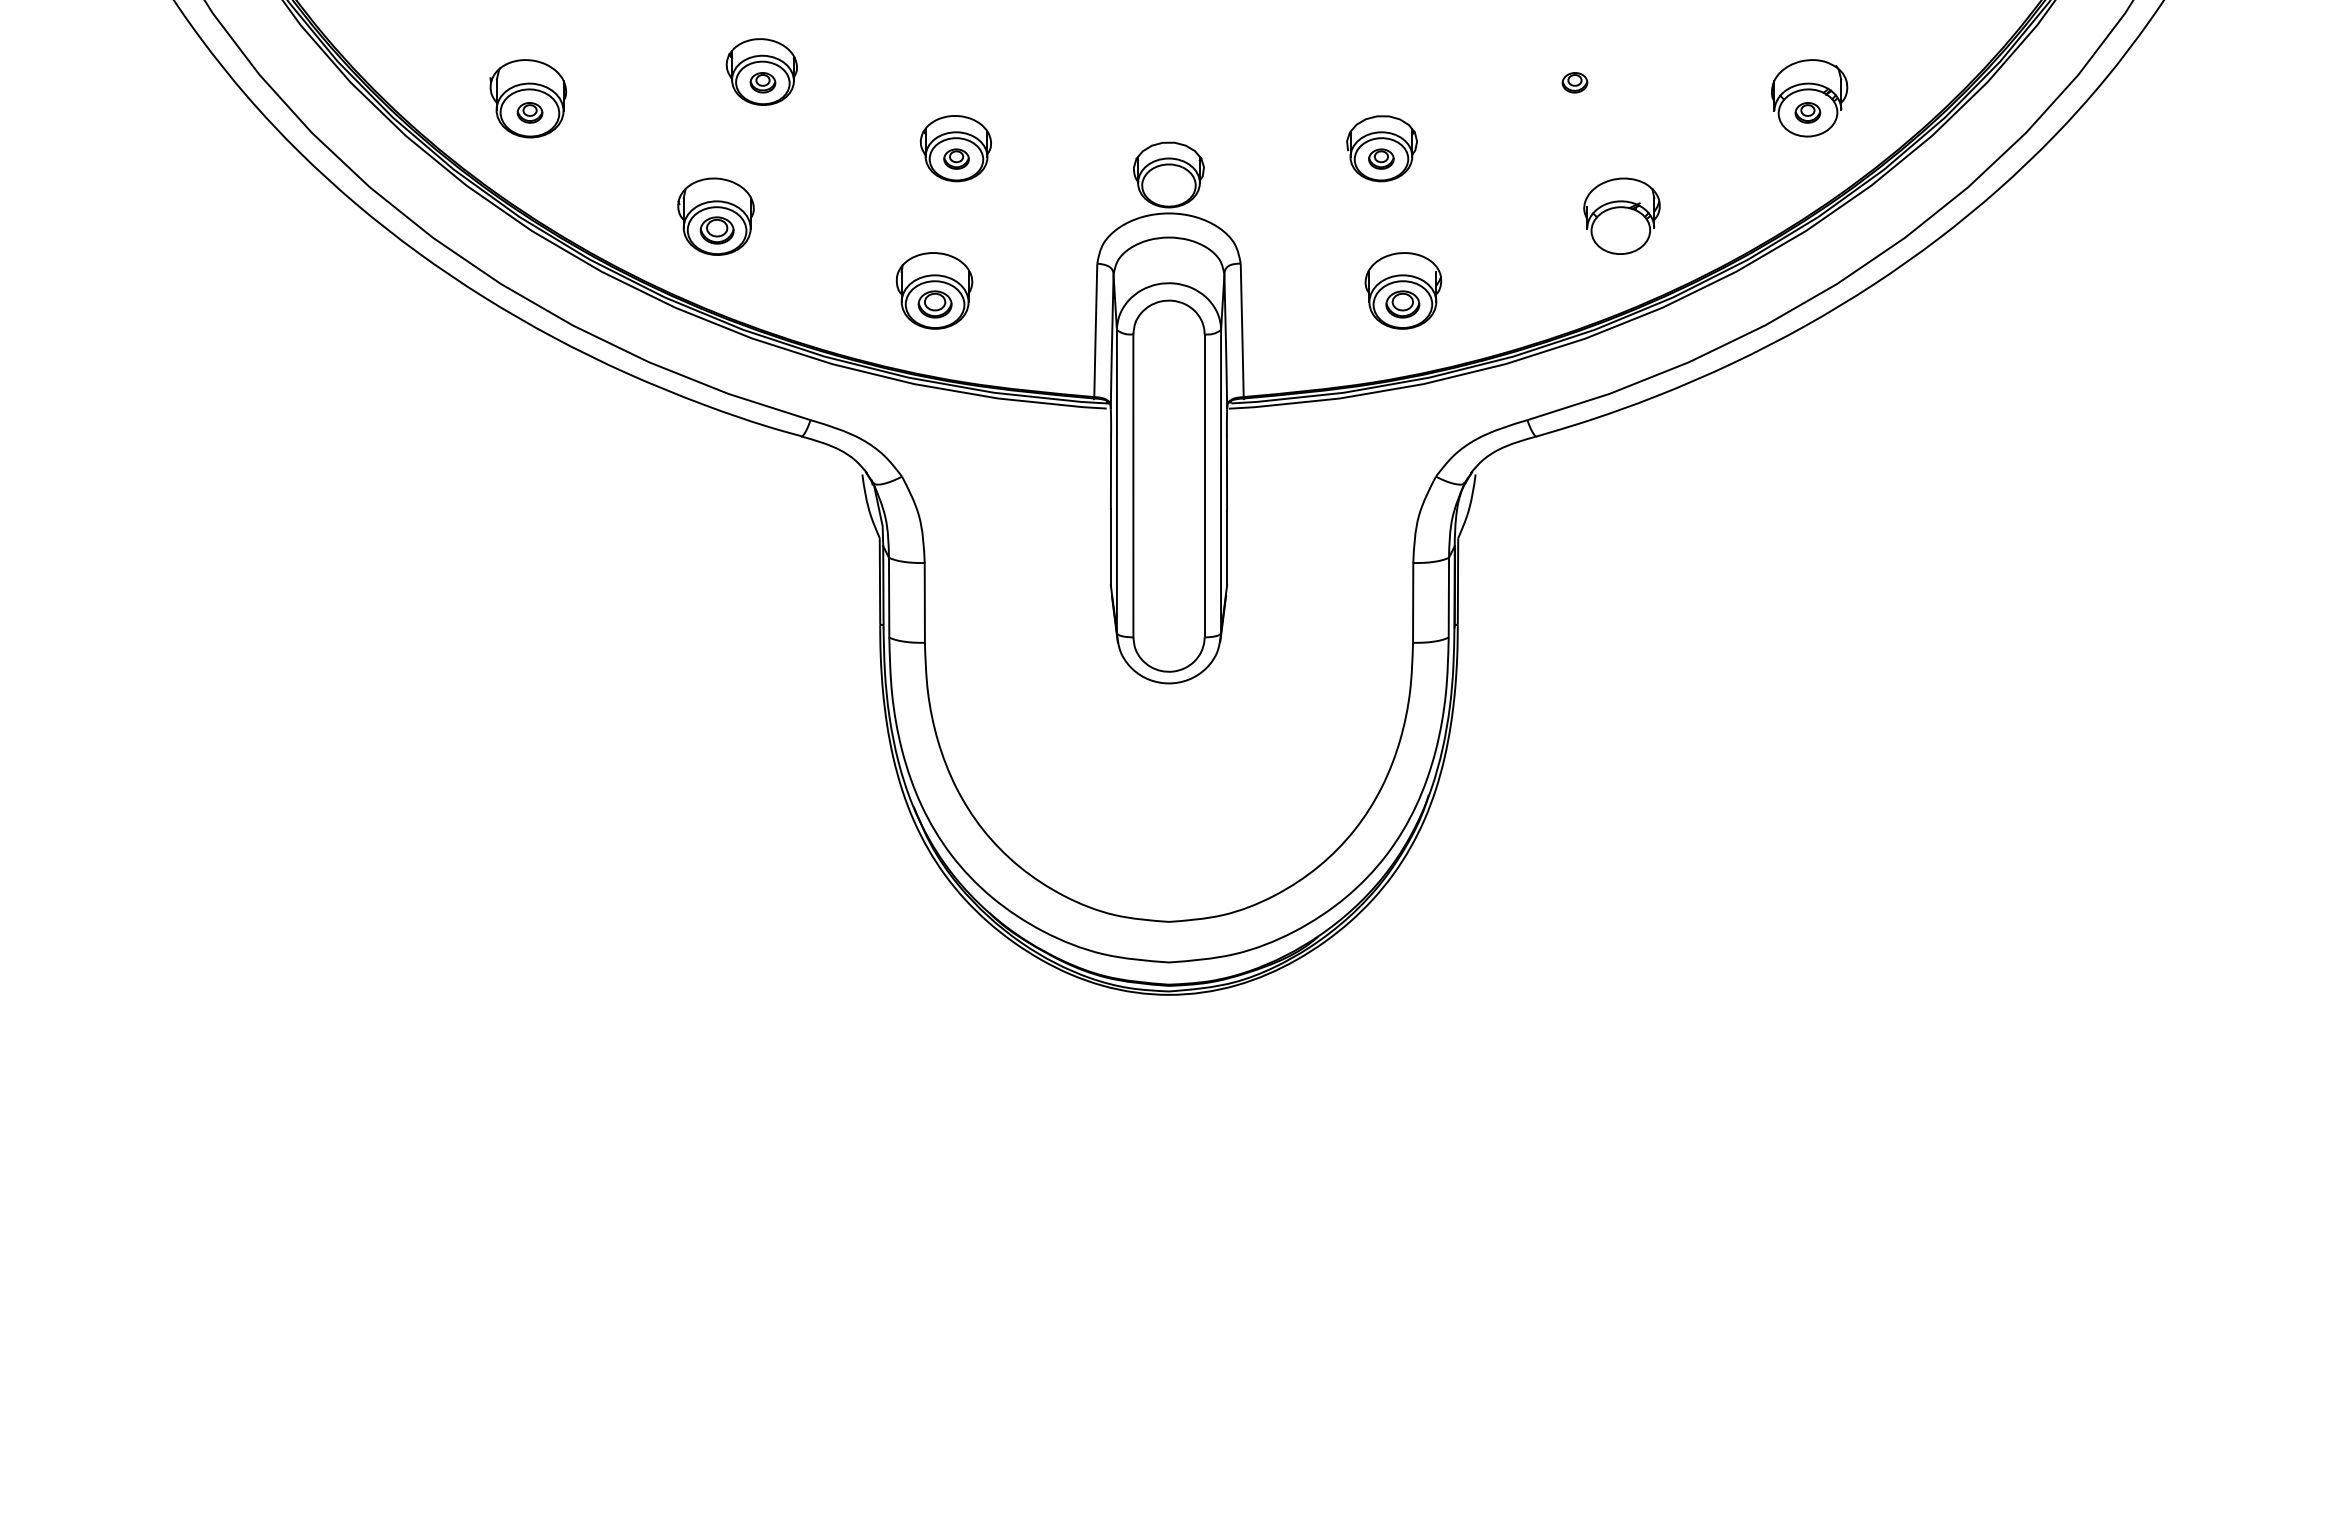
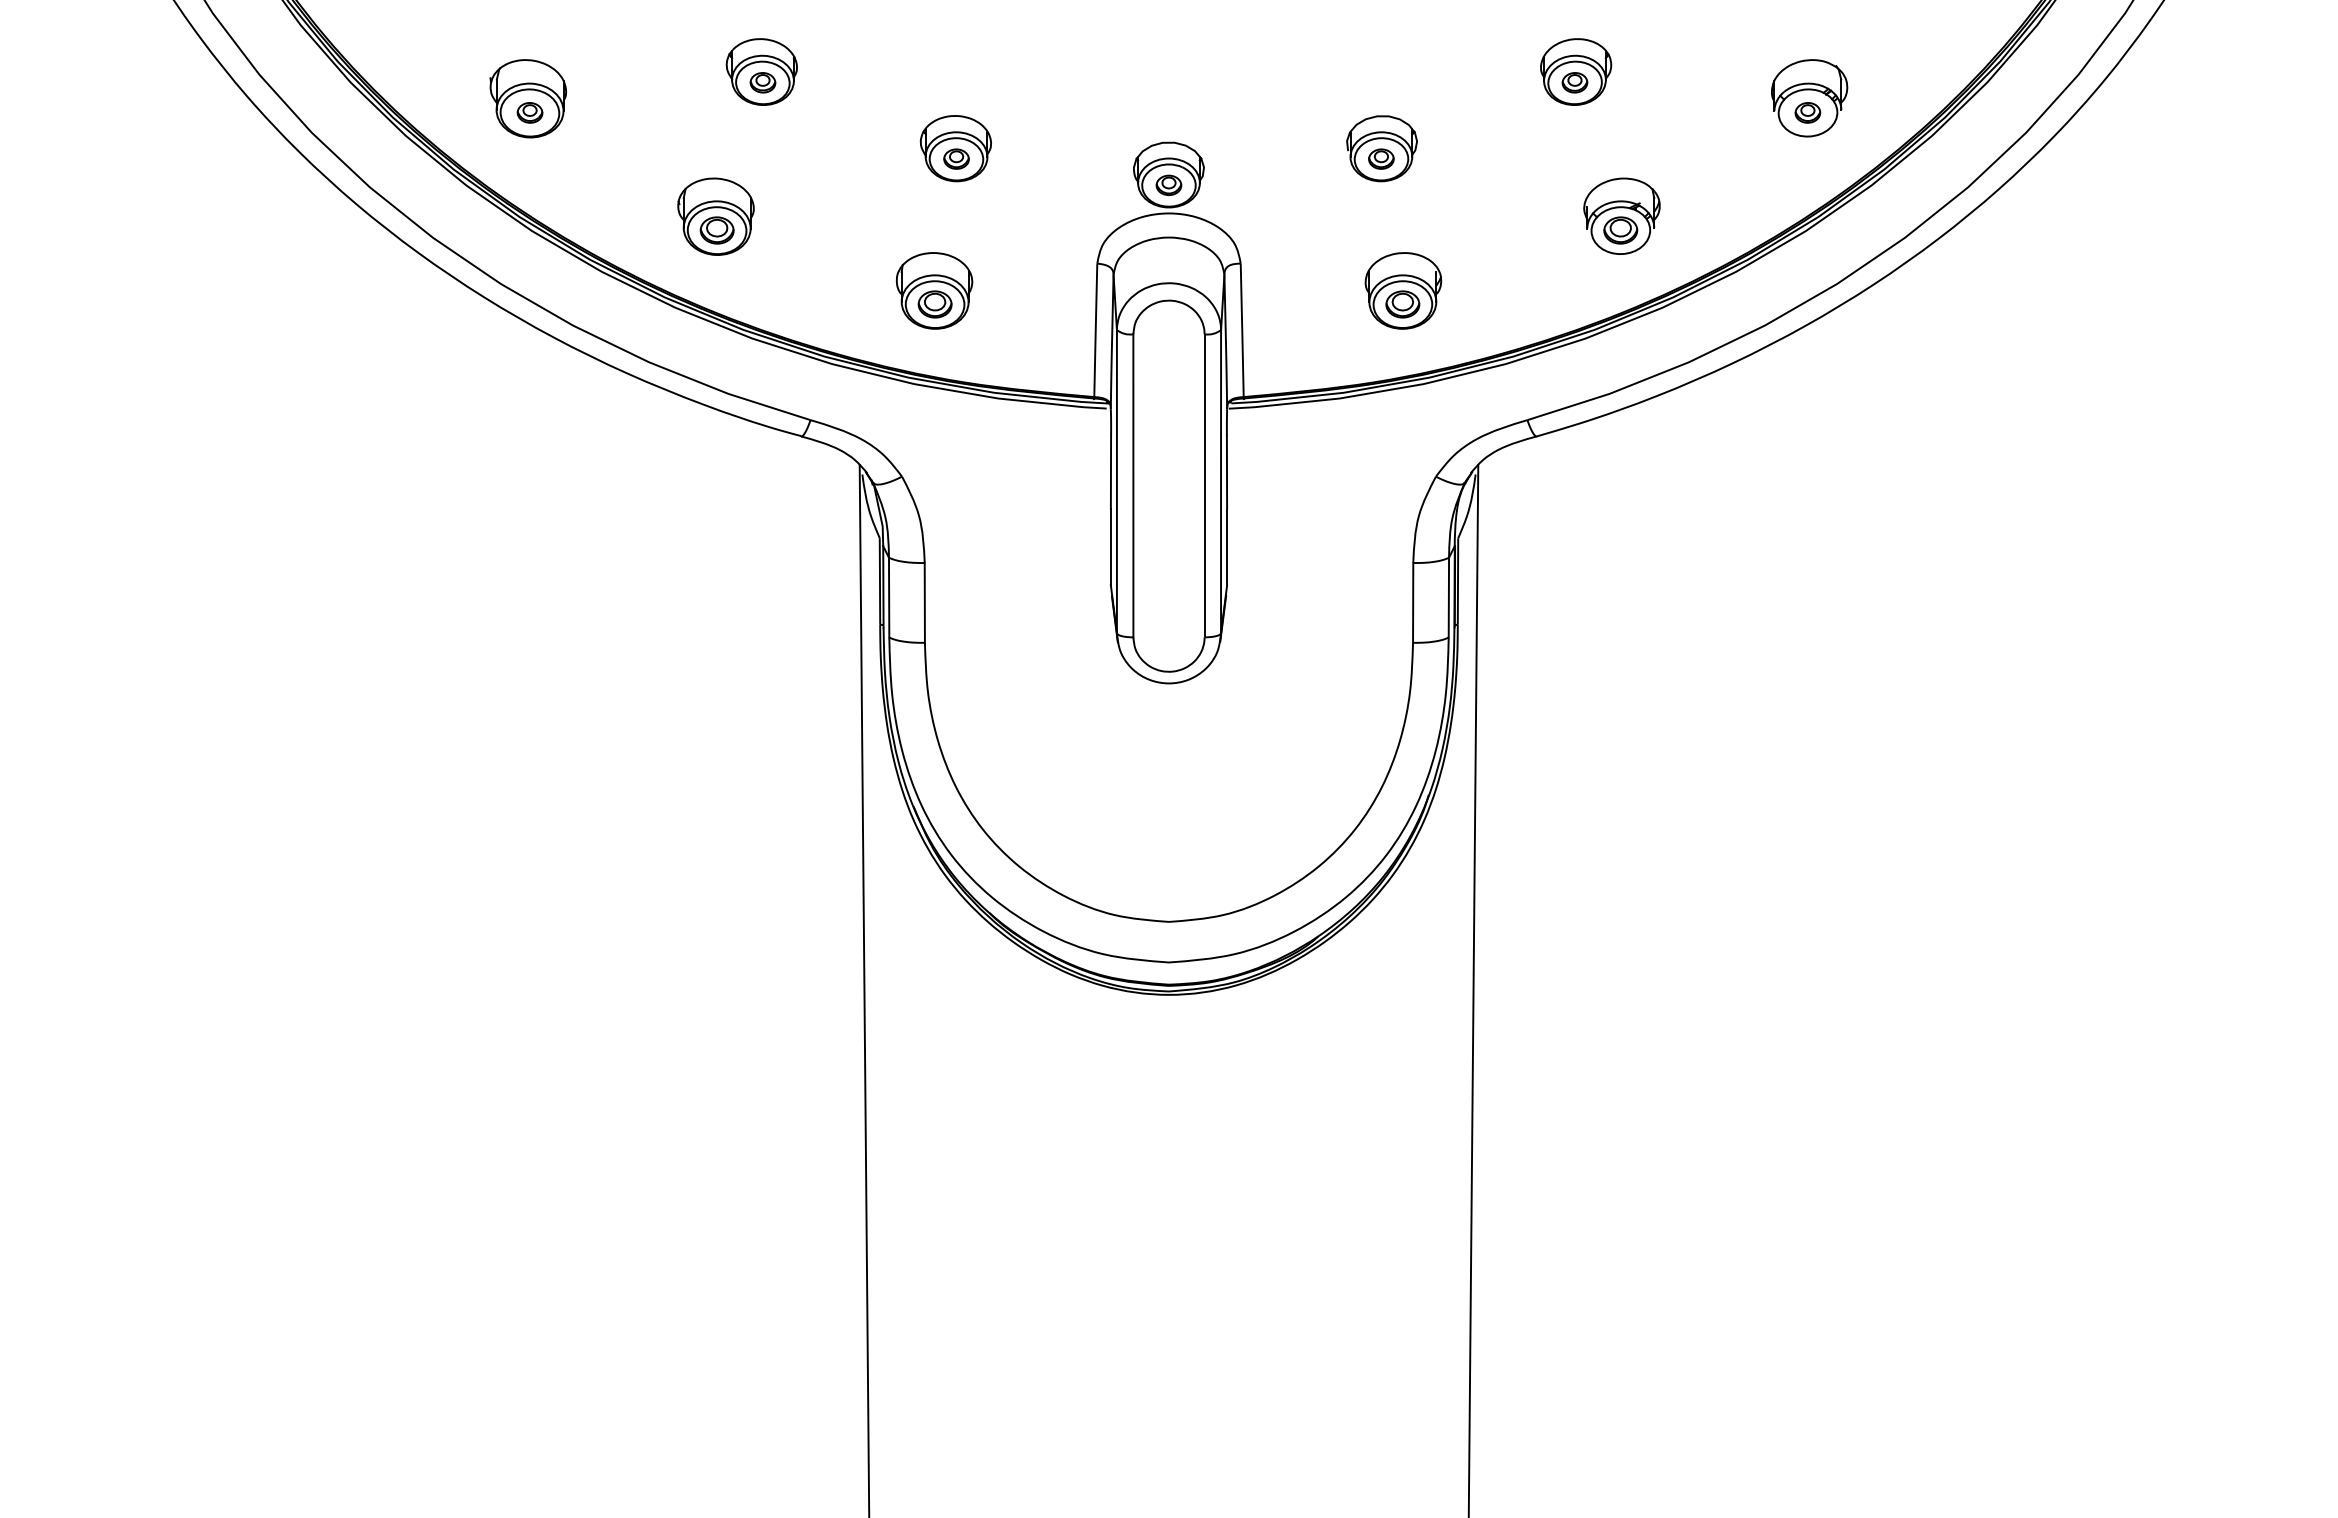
part at (1576, 71): none -> present
part at (1168, 184): none -> present
part at (1620, 230): none -> present
line at (864, 989): none -> present
line at (1473, 989): none -> present
